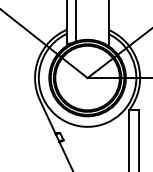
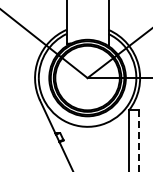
line at (76, 21): present -> none
line at (138, 141): solid -> dashed
